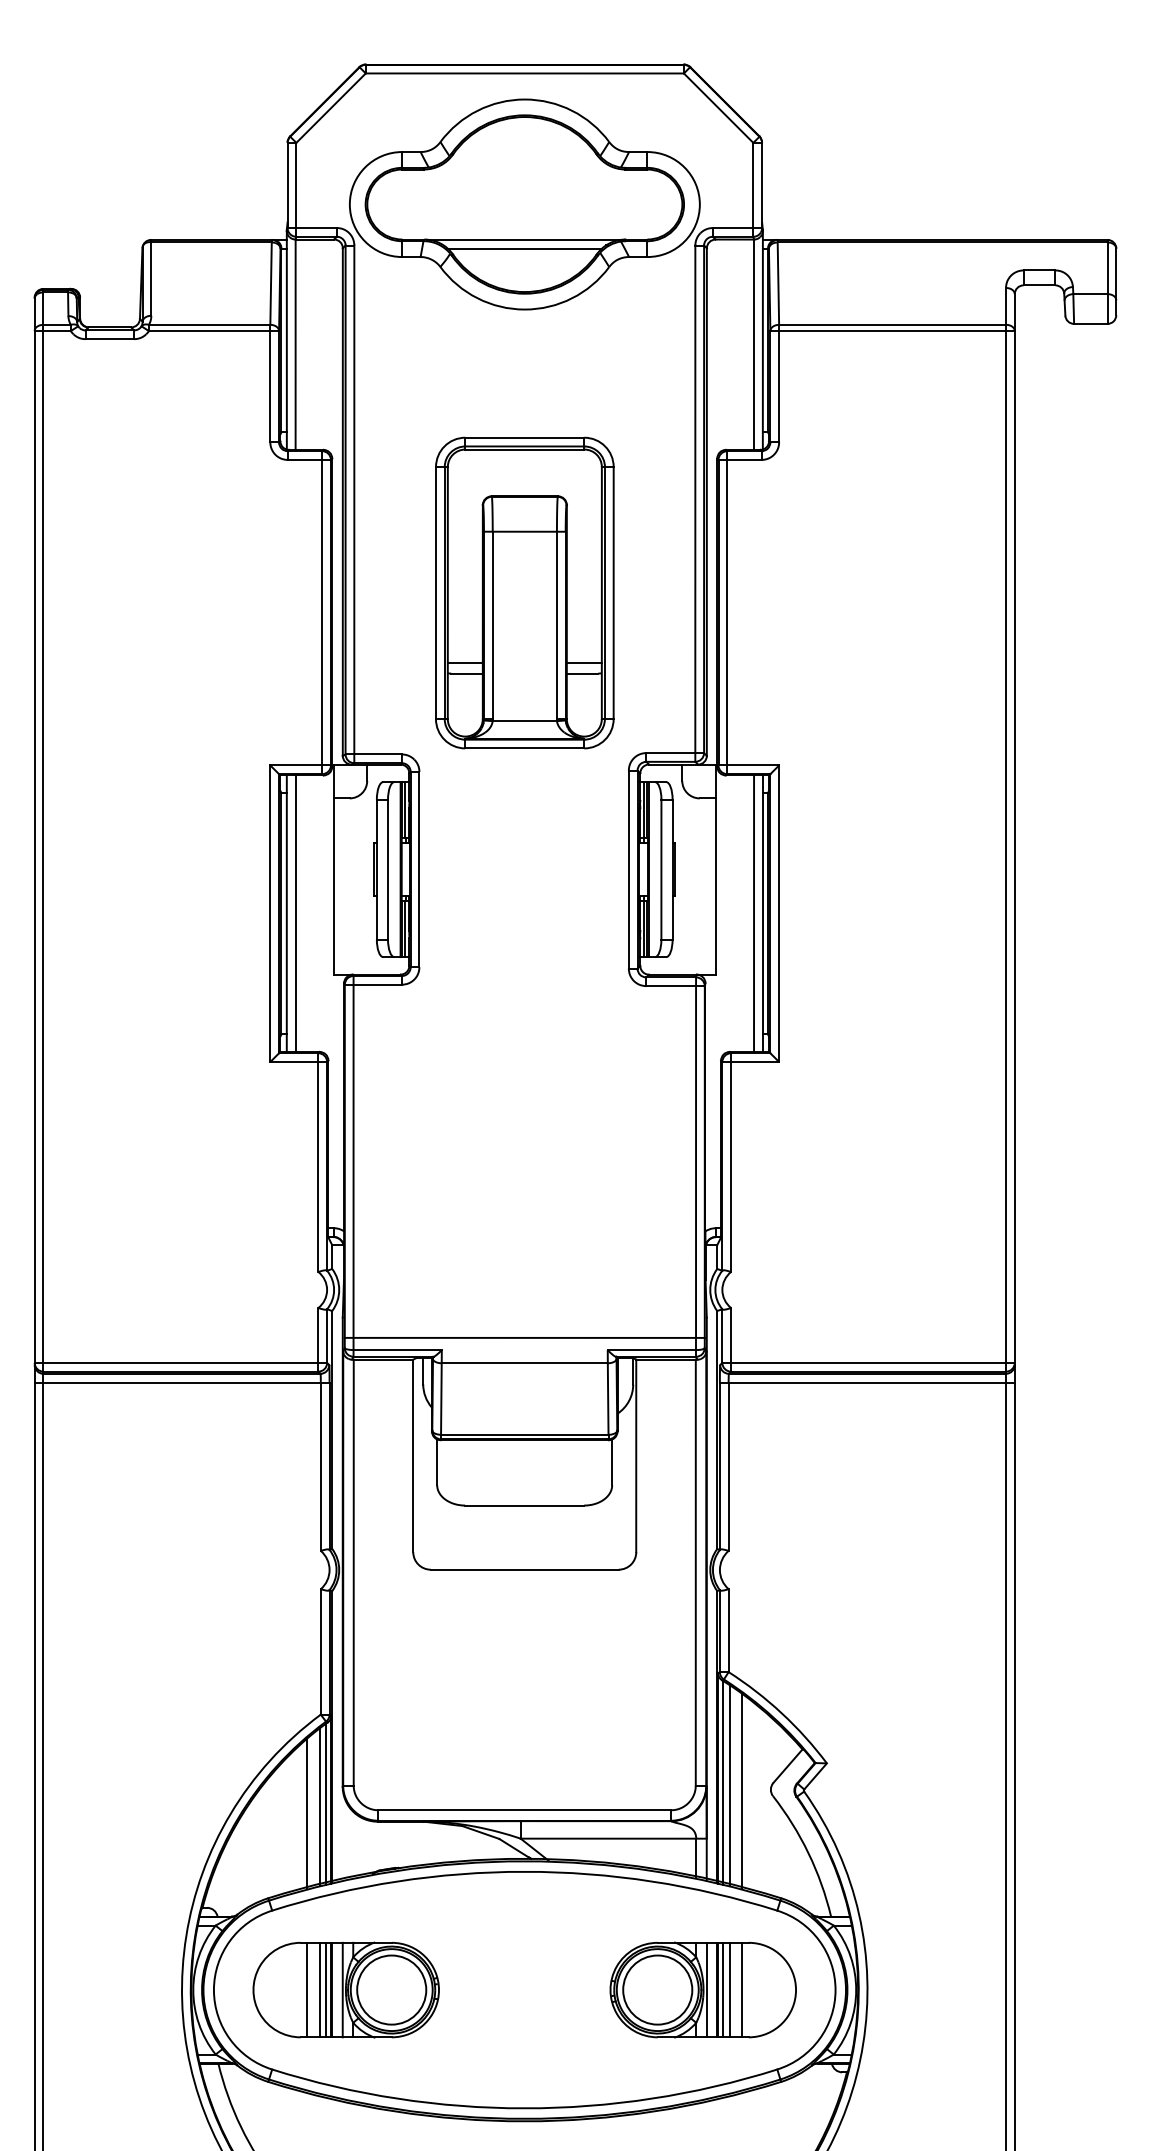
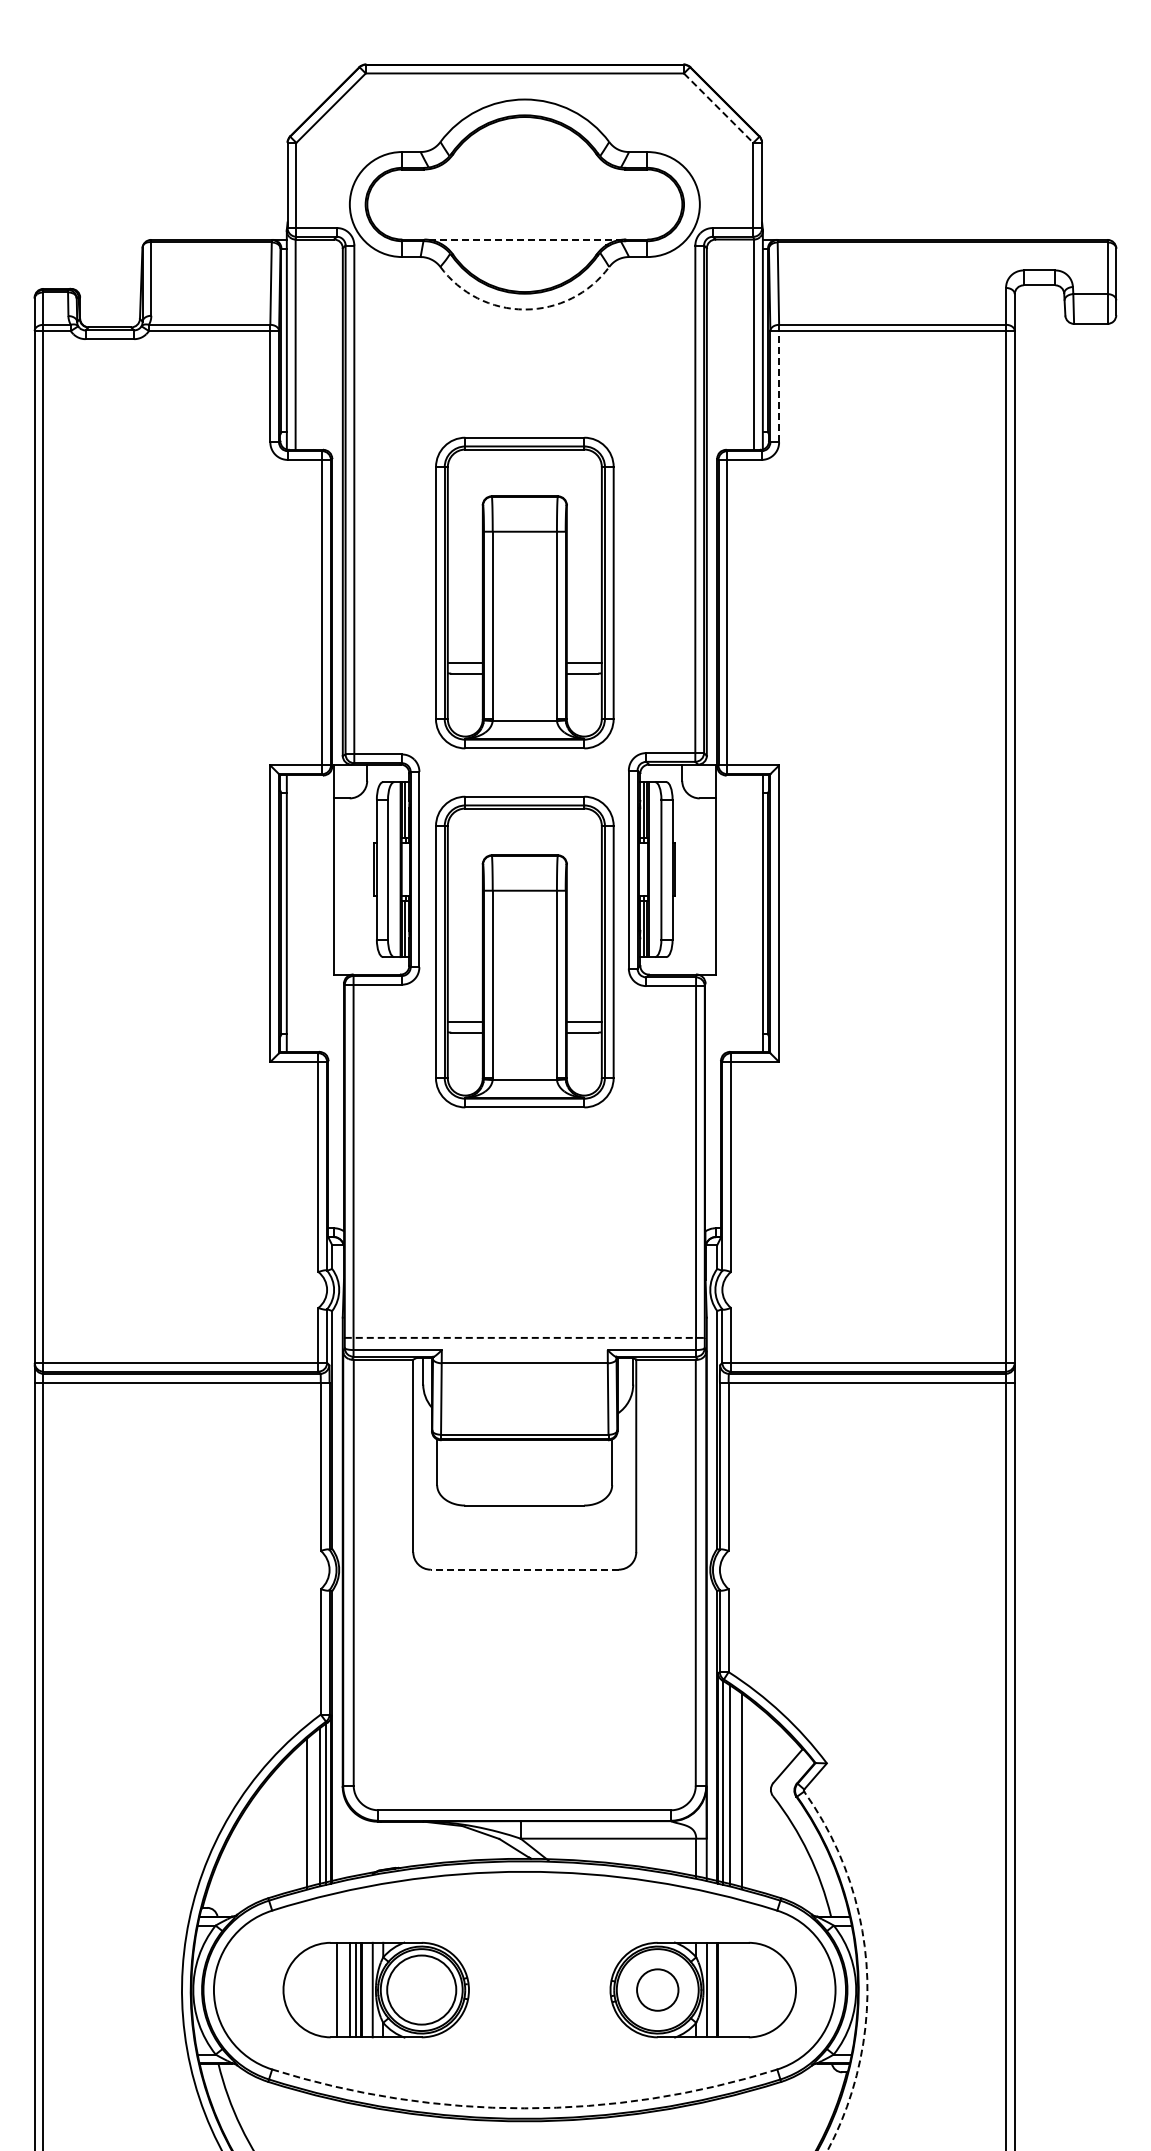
line at (719, 108): solid -> dashed
line at (524, 239): solid -> dashed
line at (524, 248): present -> none
arc at (524, 309): solid -> dashed
line at (779, 383): solid -> dashed
line at (295, 913): present -> none
line at (754, 913): present -> none
part at (524, 951): none -> present
line at (524, 1337): solid -> dashed
line at (524, 1569): solid -> dashed
arc at (866, 1968): solid -> dashed
part at (345, 1989) position: (345, 1989) -> (375, 1989)
circle at (657, 1989) diameter: 69 px -> 41 px
line at (723, 1989): present -> none
line at (729, 1989): present -> none
line at (742, 1989): present -> none
arc at (524, 2108): solid -> dashed
